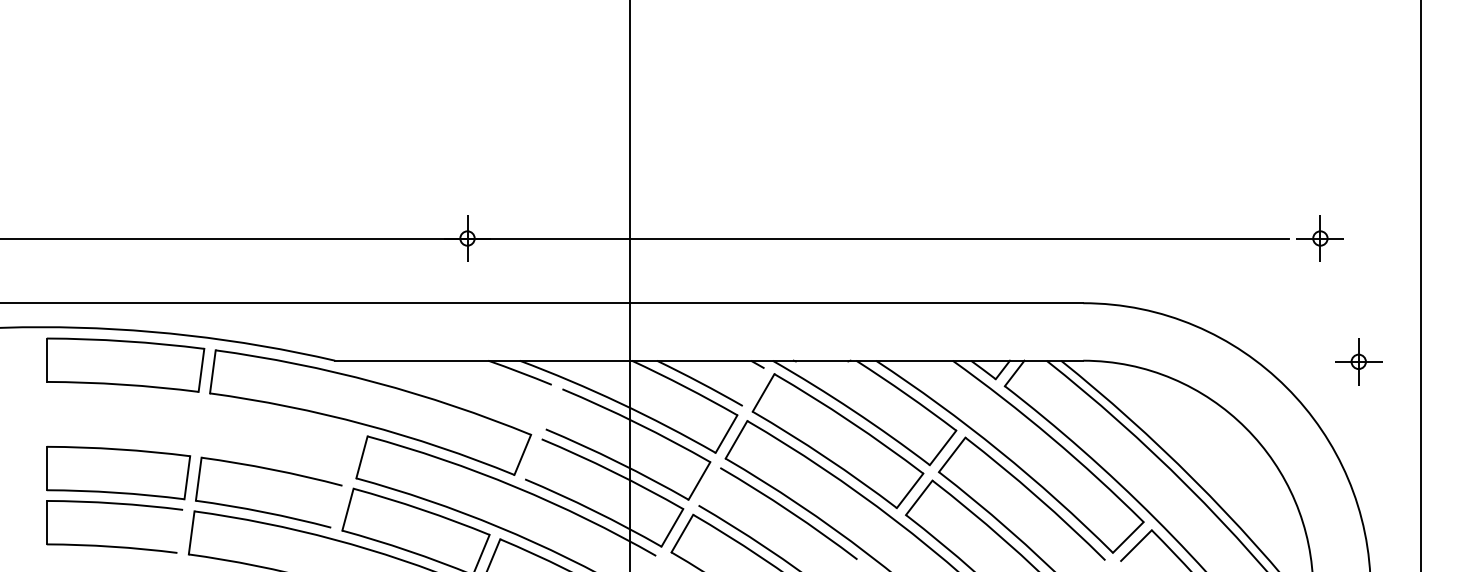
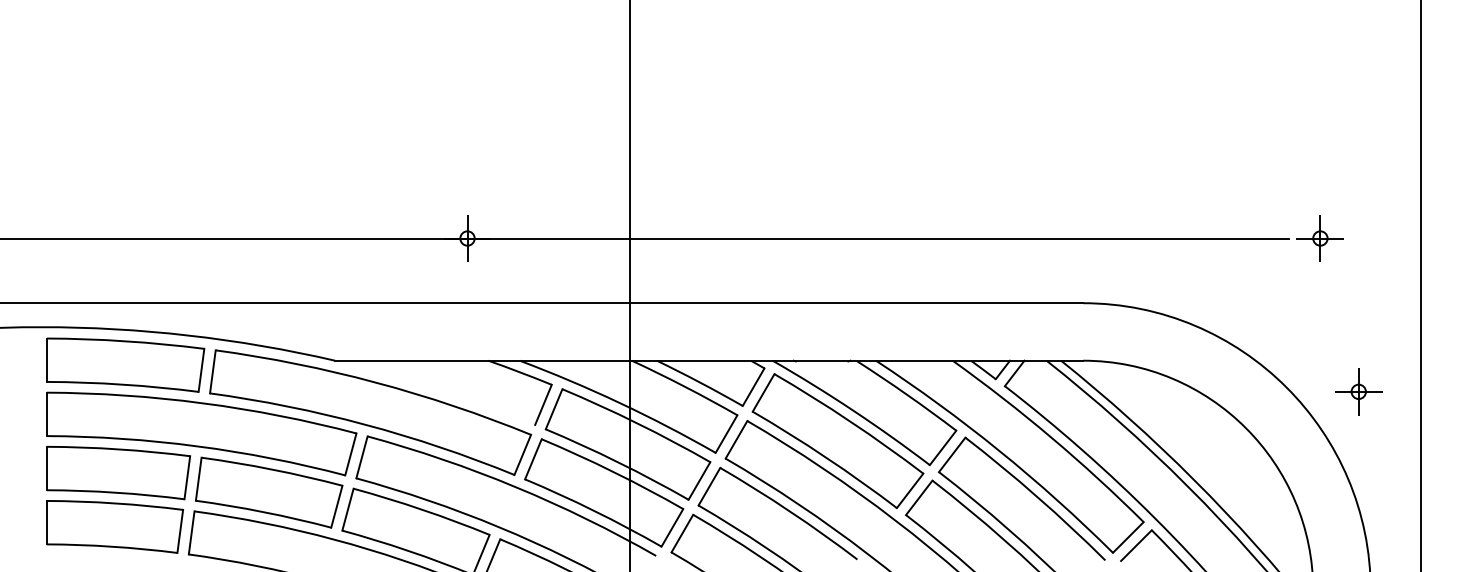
part at (1358, 361) position: (1358, 361) -> (1358, 391)
line at (753, 387): none -> present
line at (543, 404): none -> present
line at (553, 409): none -> present
part at (201, 433): none -> present
line at (533, 459): none -> present
line at (709, 486): none -> present
line at (336, 506): none -> present
line at (180, 530): none -> present
